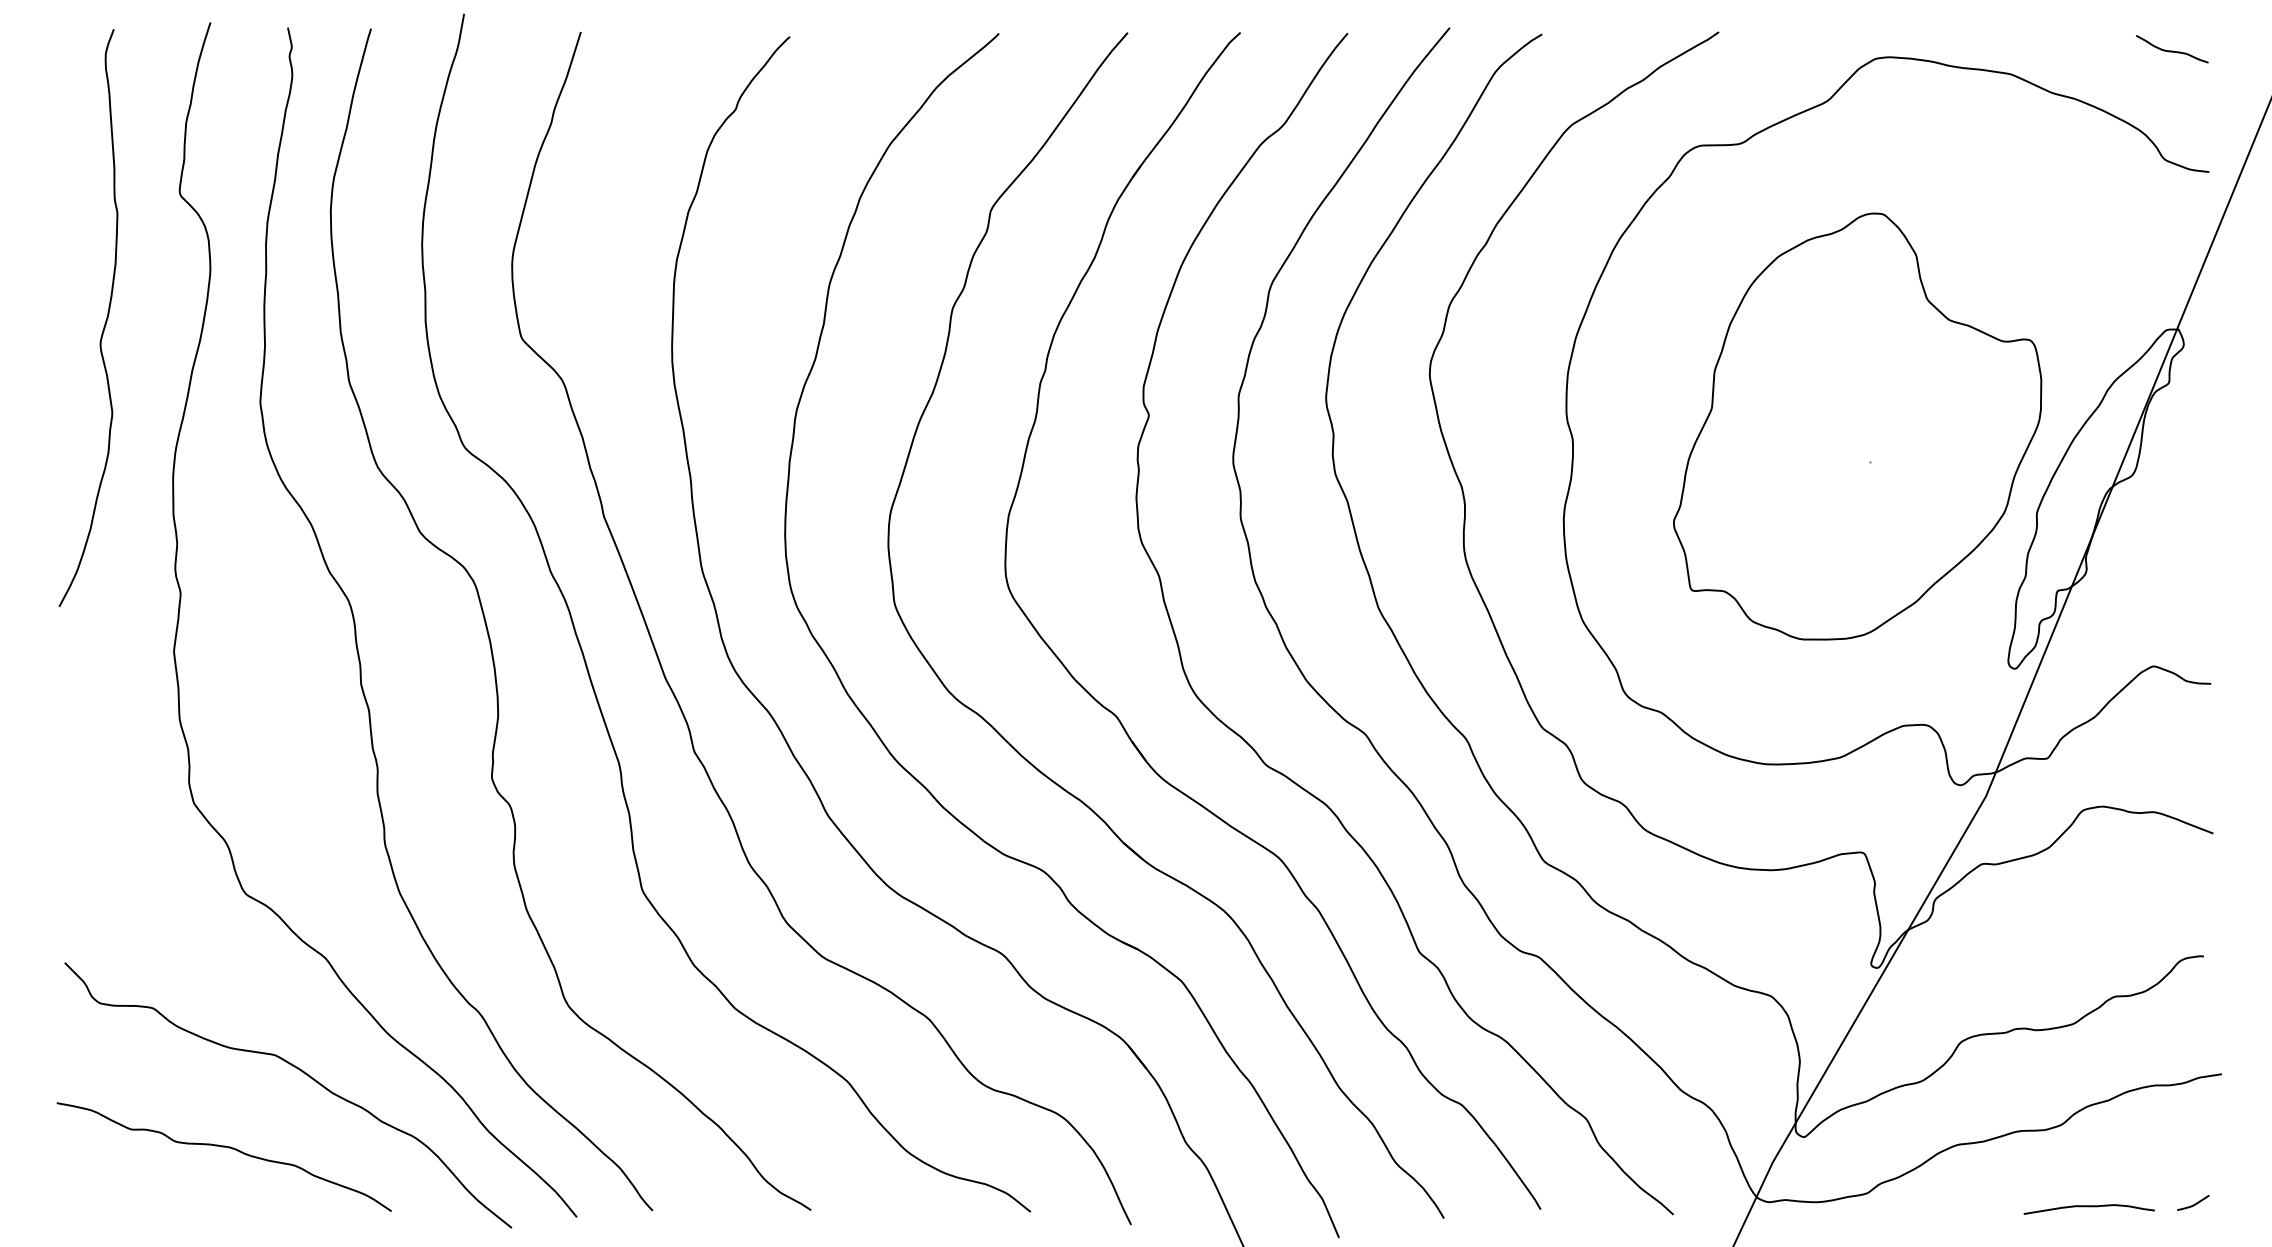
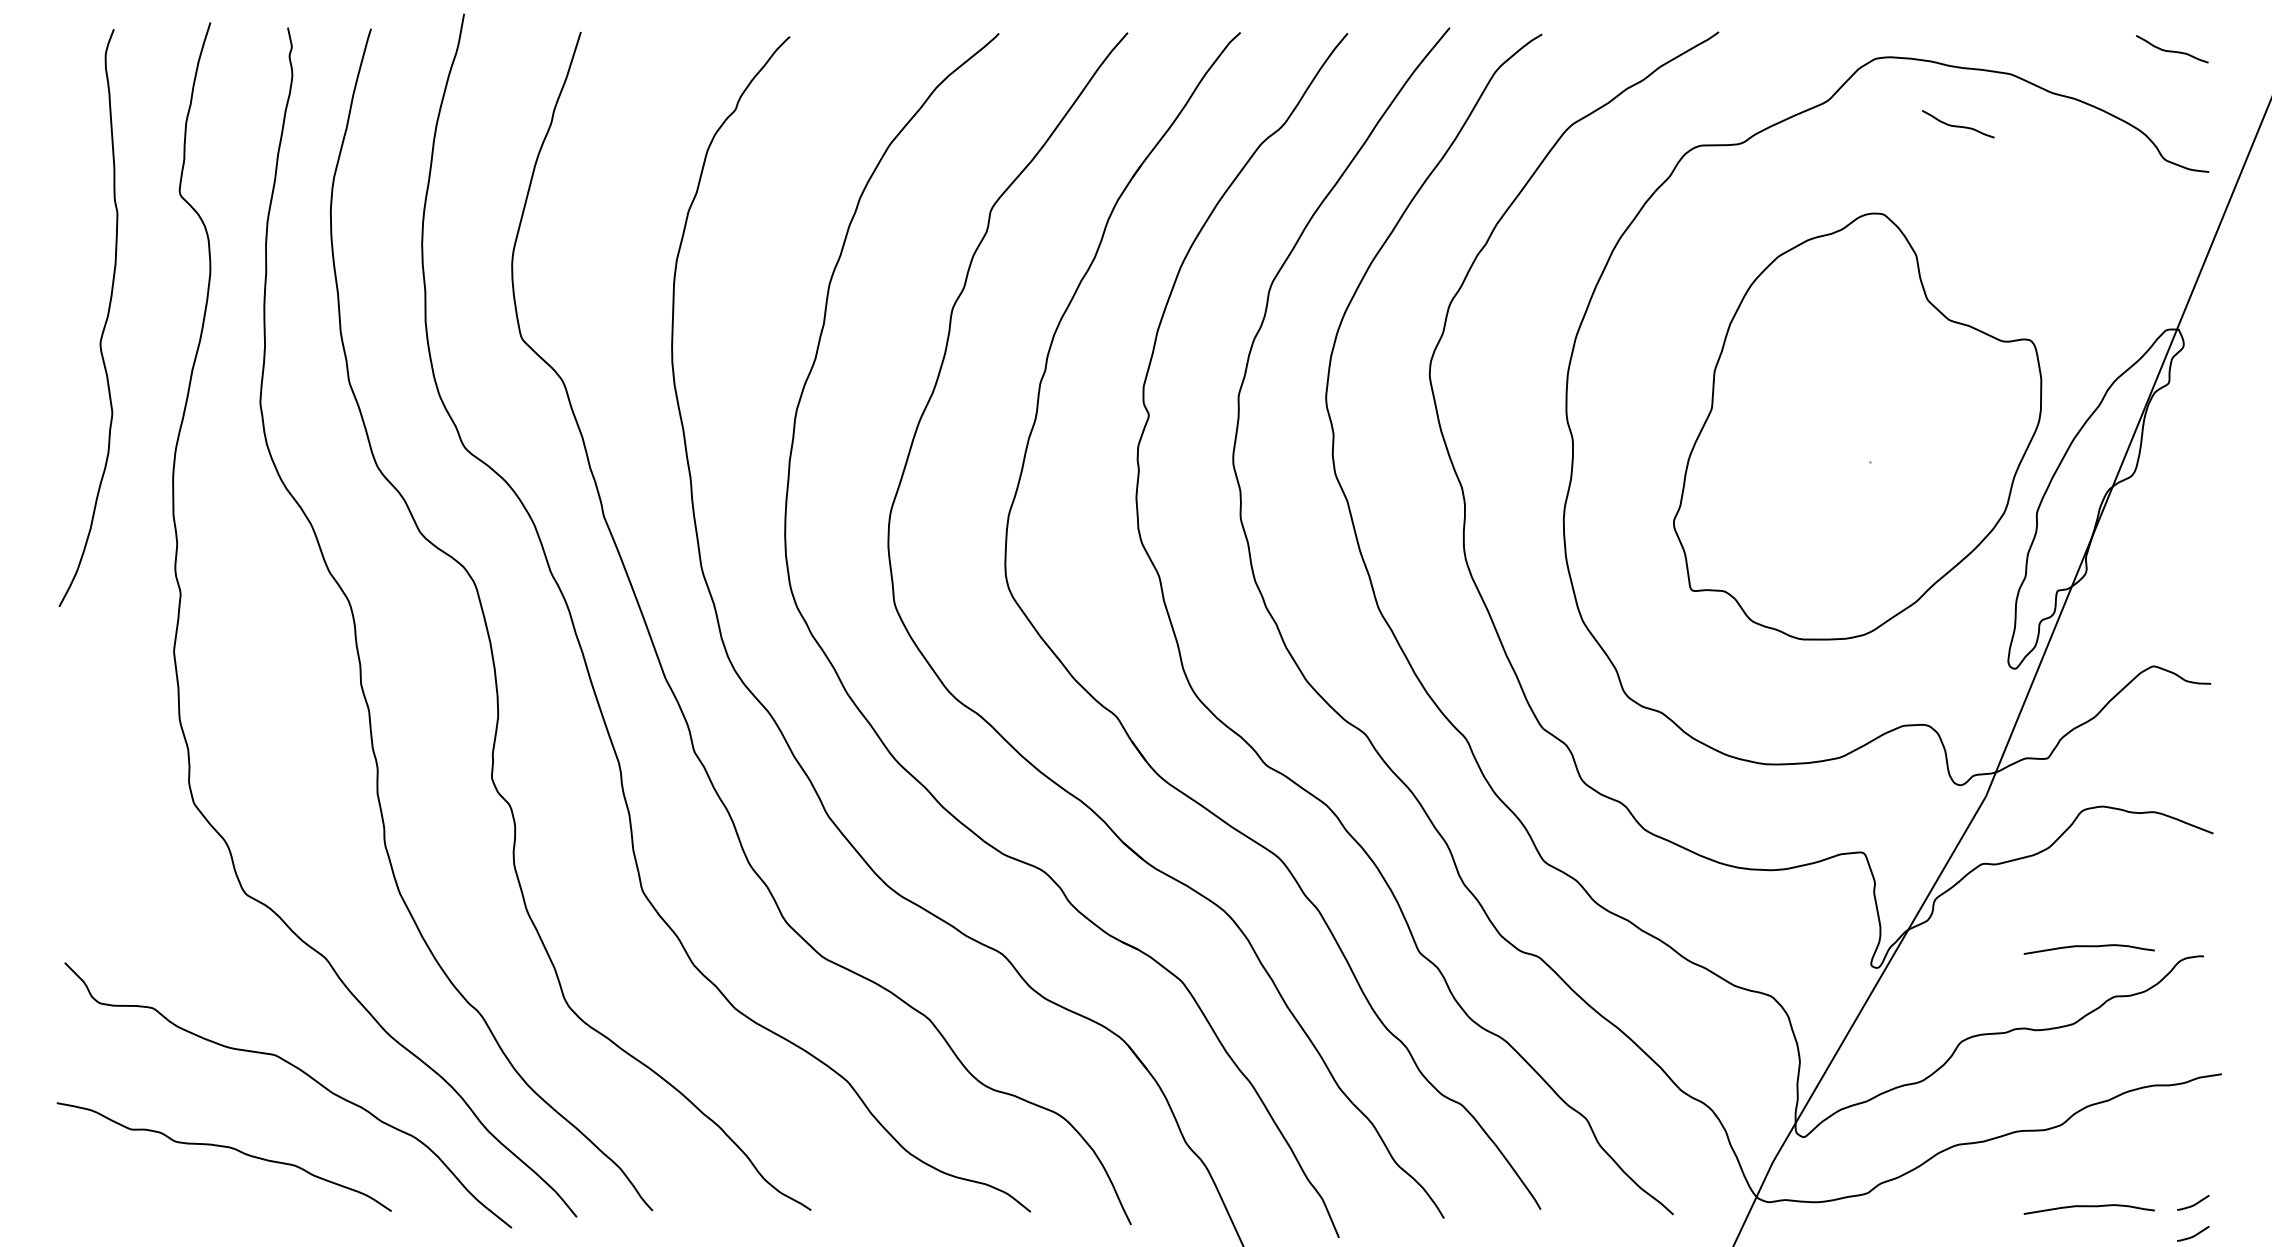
curve at (1958, 125): none -> present
curve at (2088, 947): none -> present
curve at (2194, 1234): none -> present
